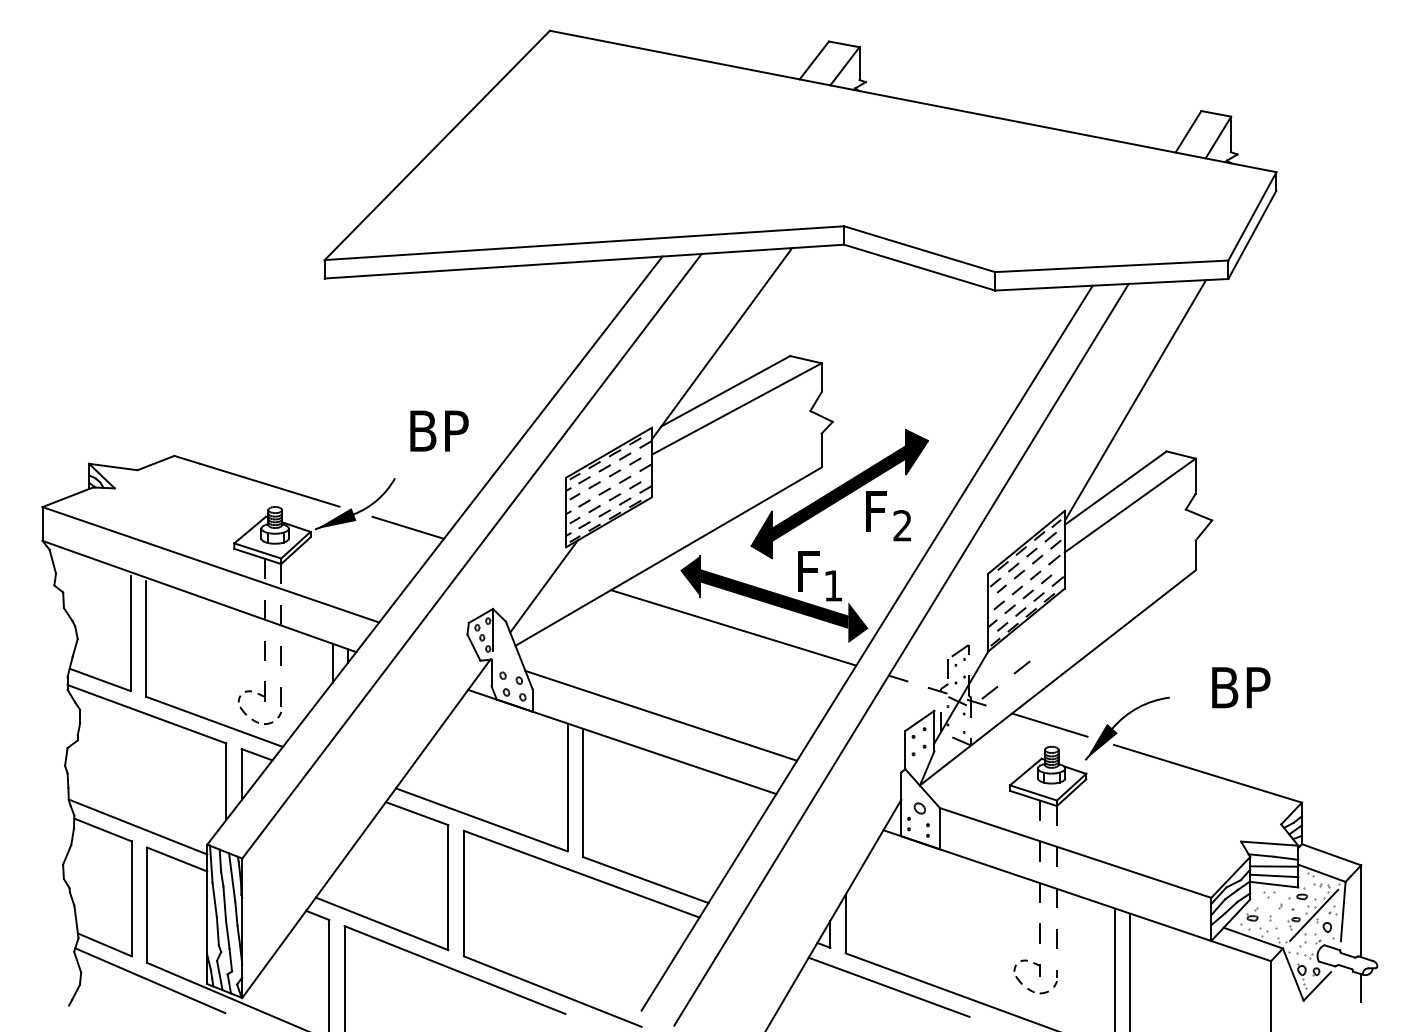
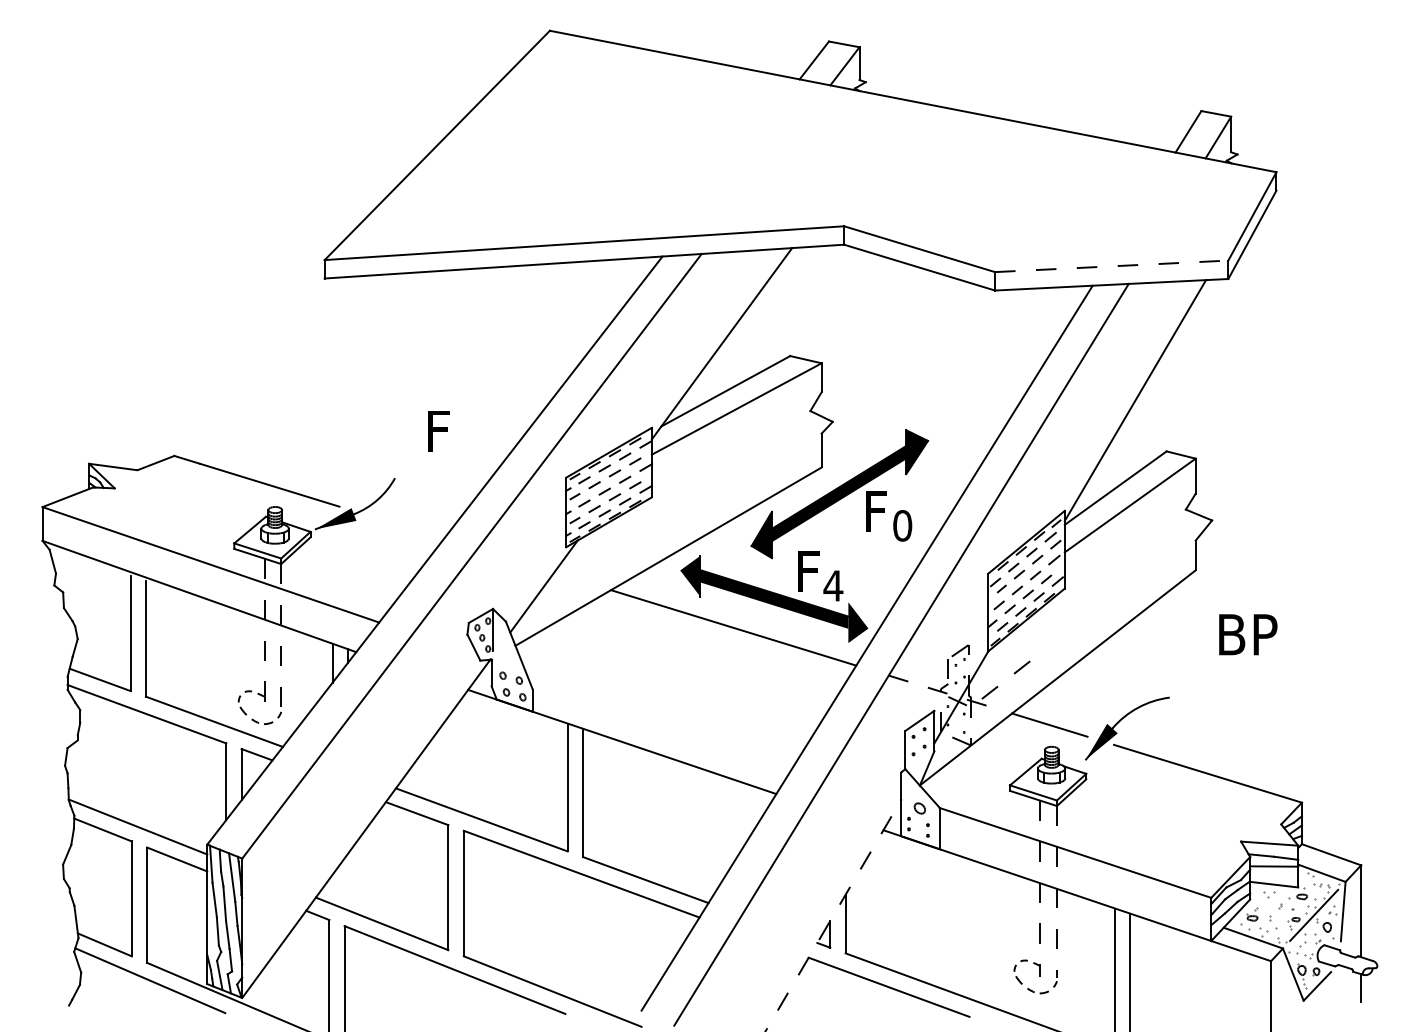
line at (1111, 266): solid -> dashed
text at (439, 430): BP -> F
text at (902, 525): 2 -> 0
line at (408, 527): present -> none
text at (833, 585): 1 -> 4
text at (1241, 687) position: (1241, 687) -> (1248, 634)
line at (661, 715): present -> none
line at (1274, 875): present -> none
line at (833, 915): solid -> dashed
